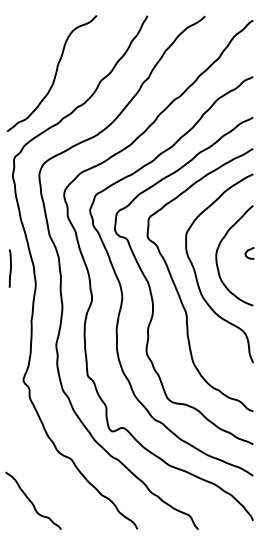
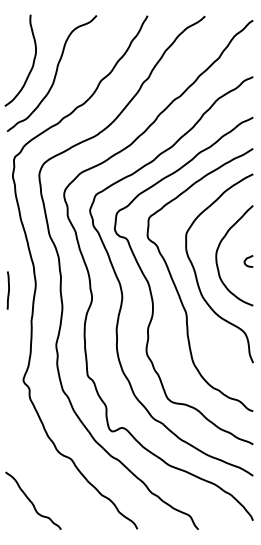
curve at (32, 62): none -> present
curve at (248, 251) position: (248, 251) -> (247, 259)
line at (10, 268) position: (10, 268) -> (8, 290)
